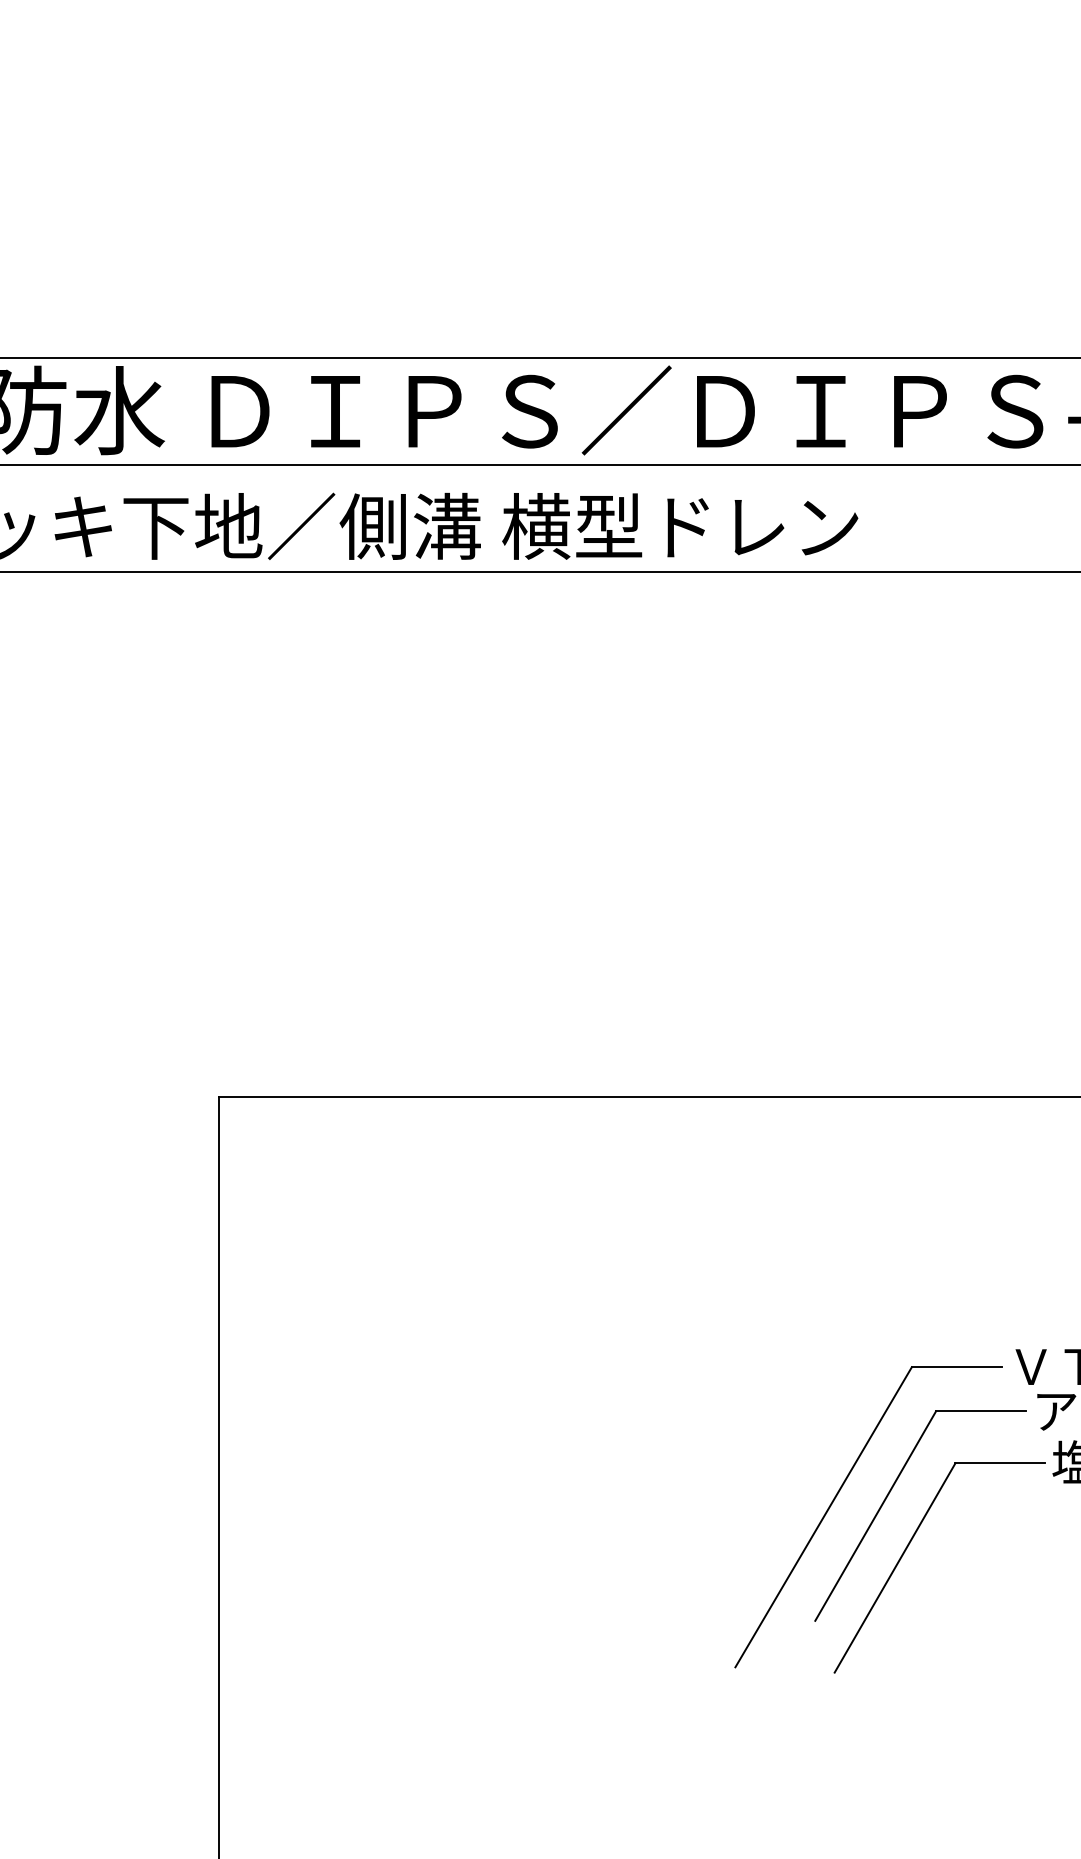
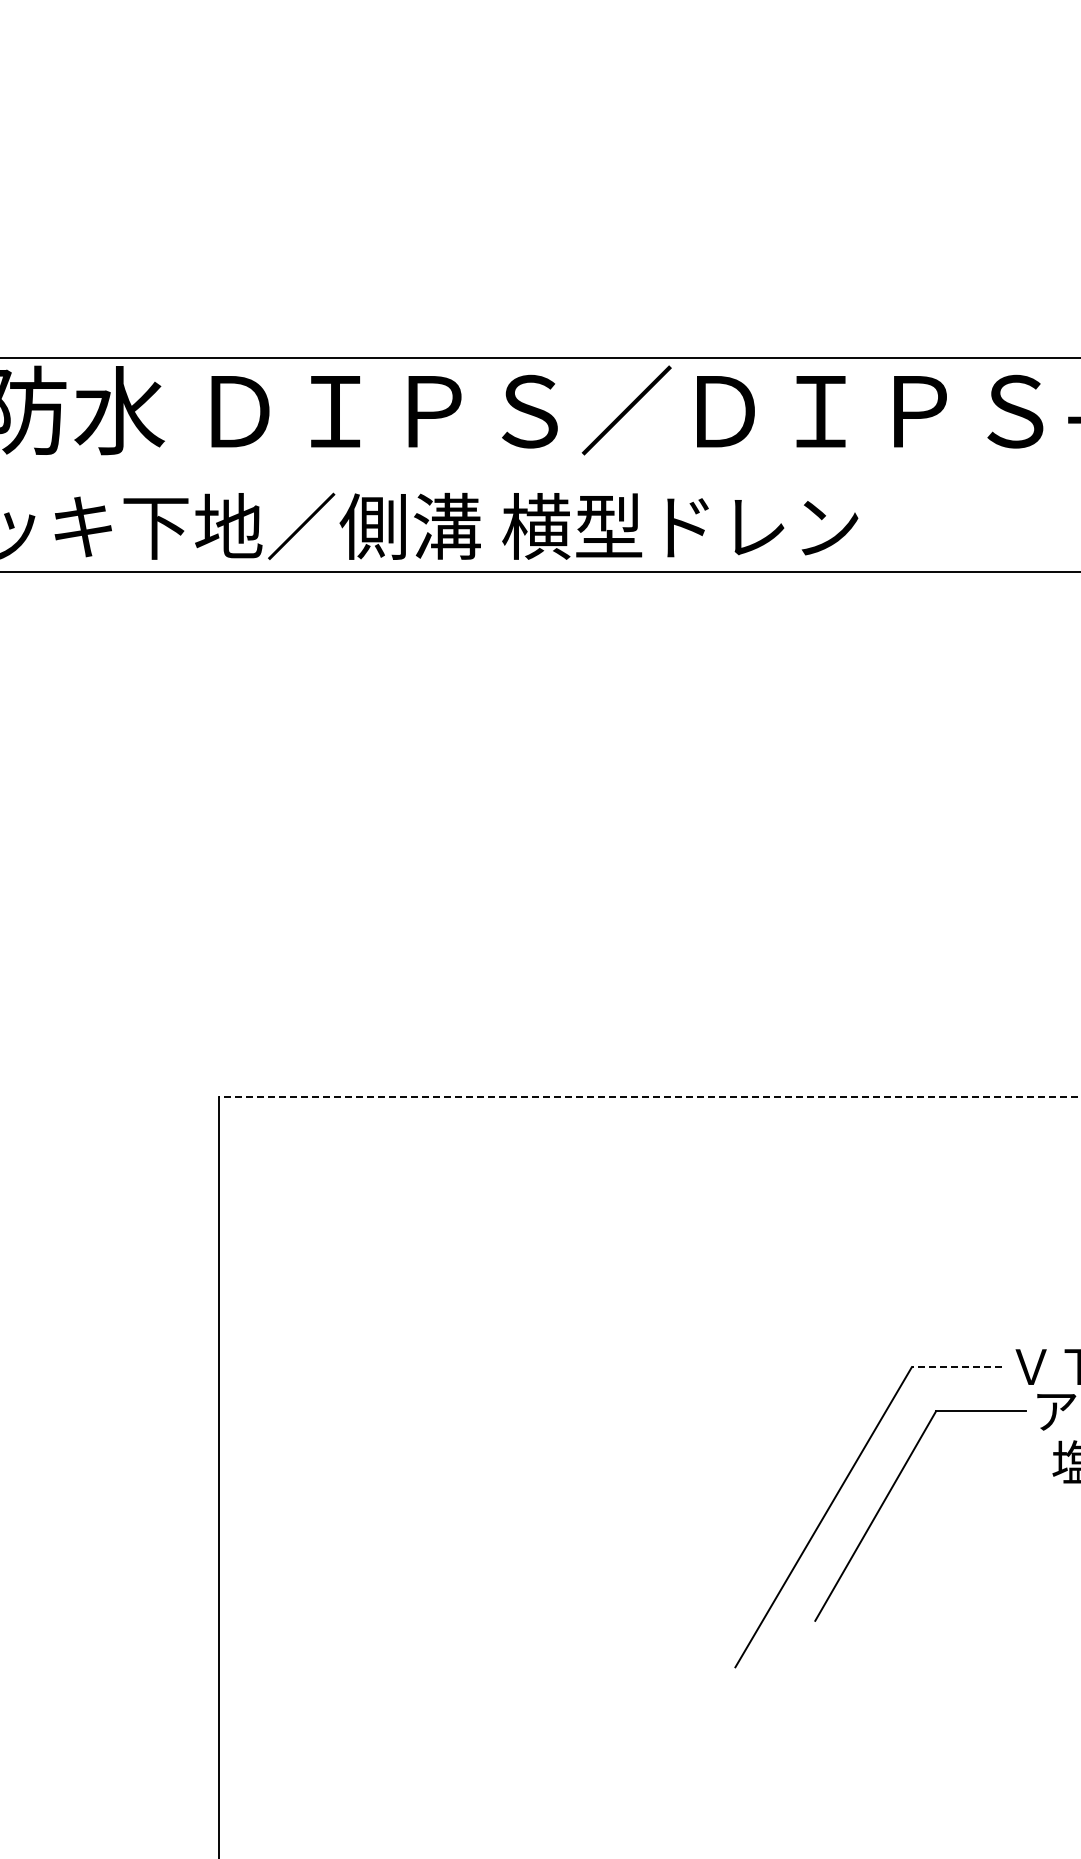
line at (539, 465): present -> none
line at (649, 1096): solid -> dashed
line at (956, 1367): solid -> dashed
part at (906, 1550): present -> none
